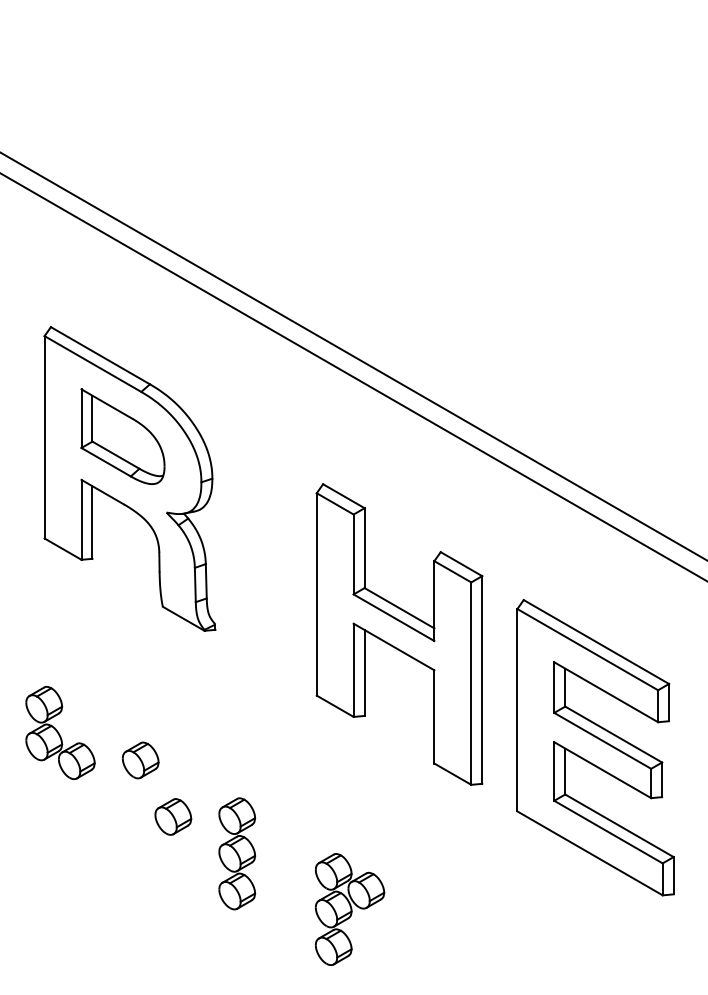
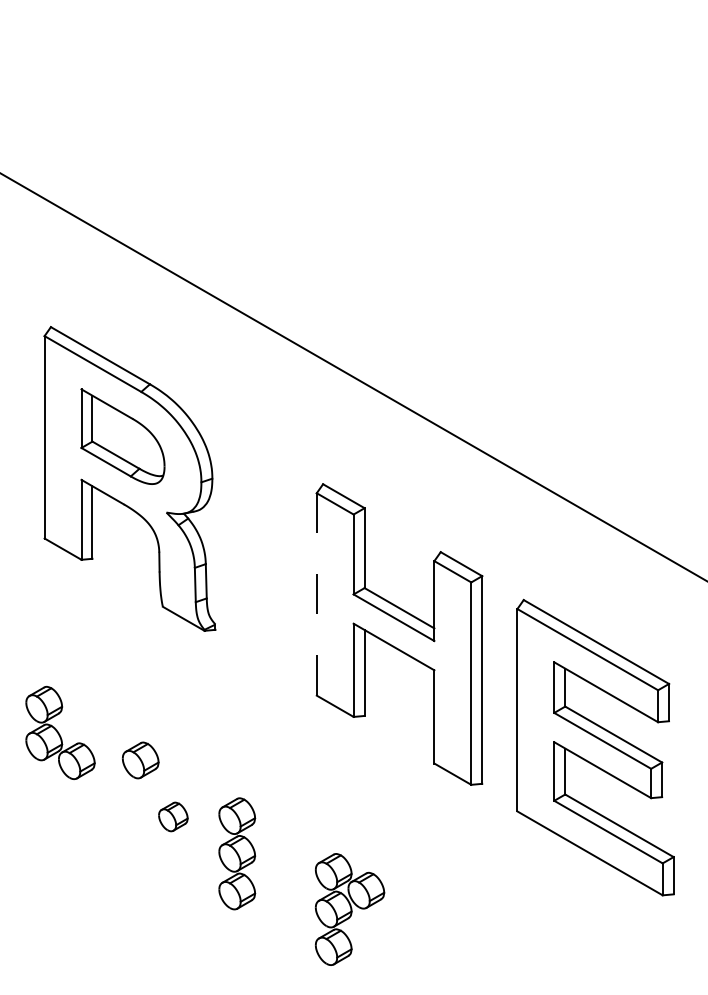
line at (353, 356): present -> none
line at (316, 593): solid -> dashed
part at (173, 816) size: 39x38 px -> 31x32 px
